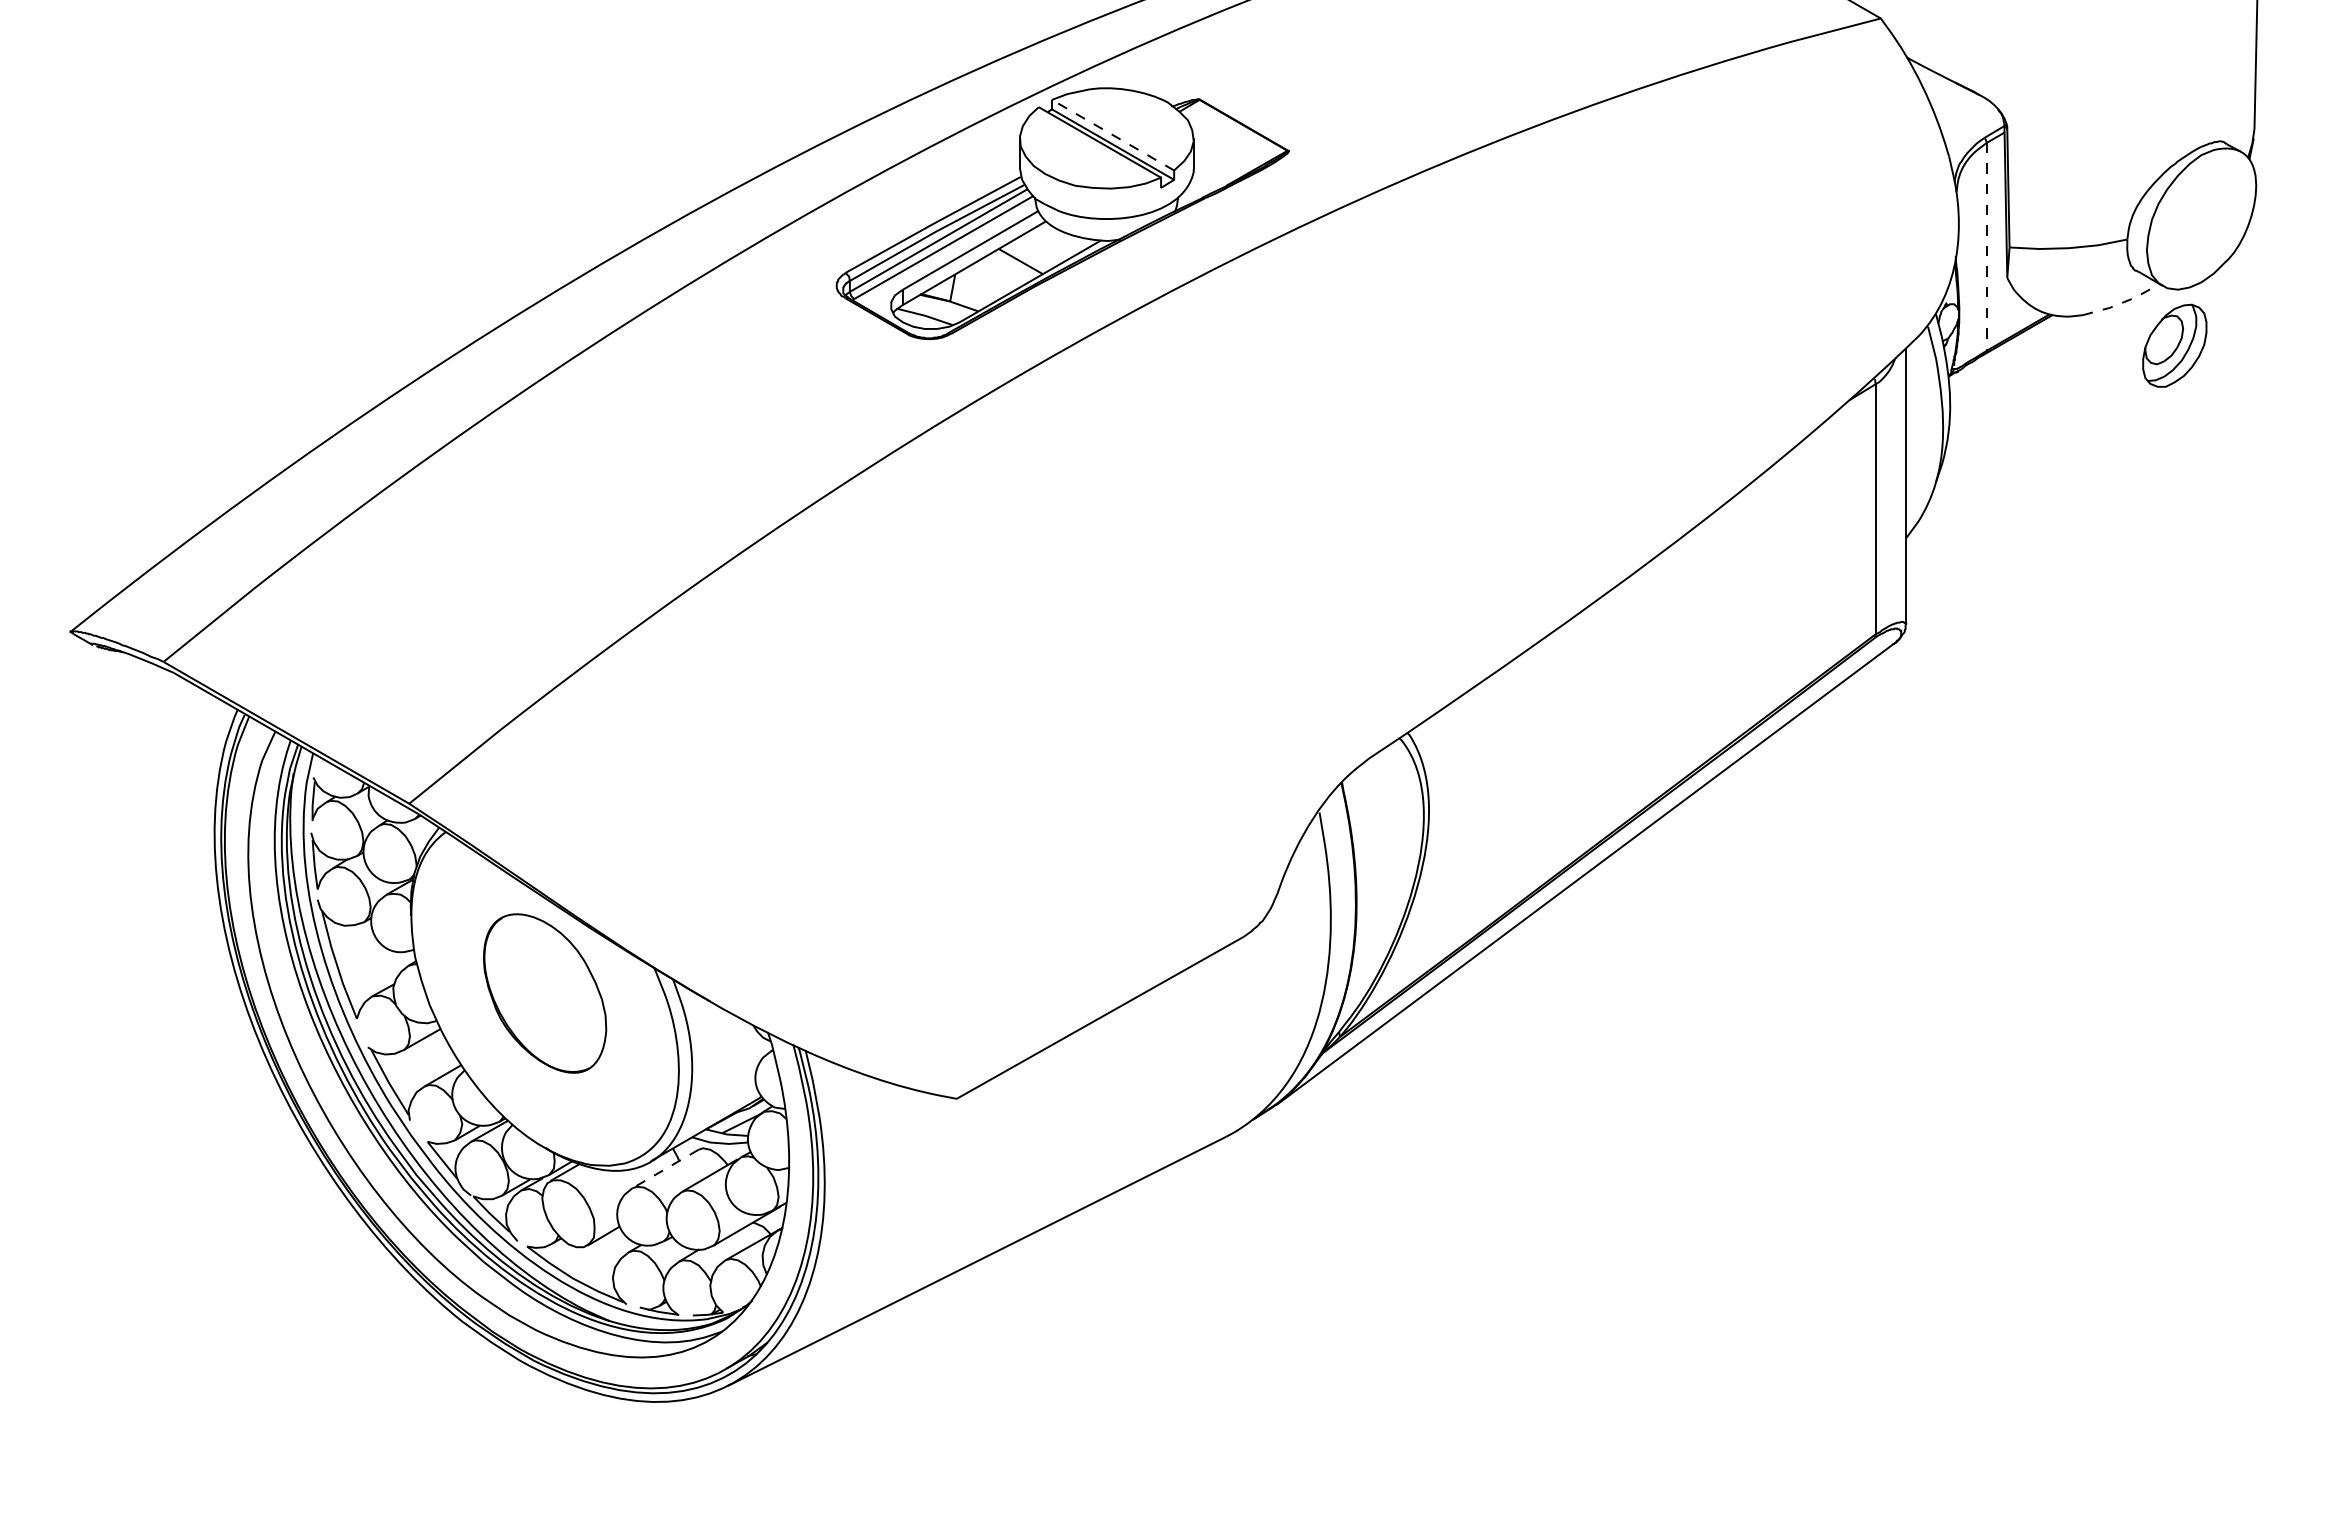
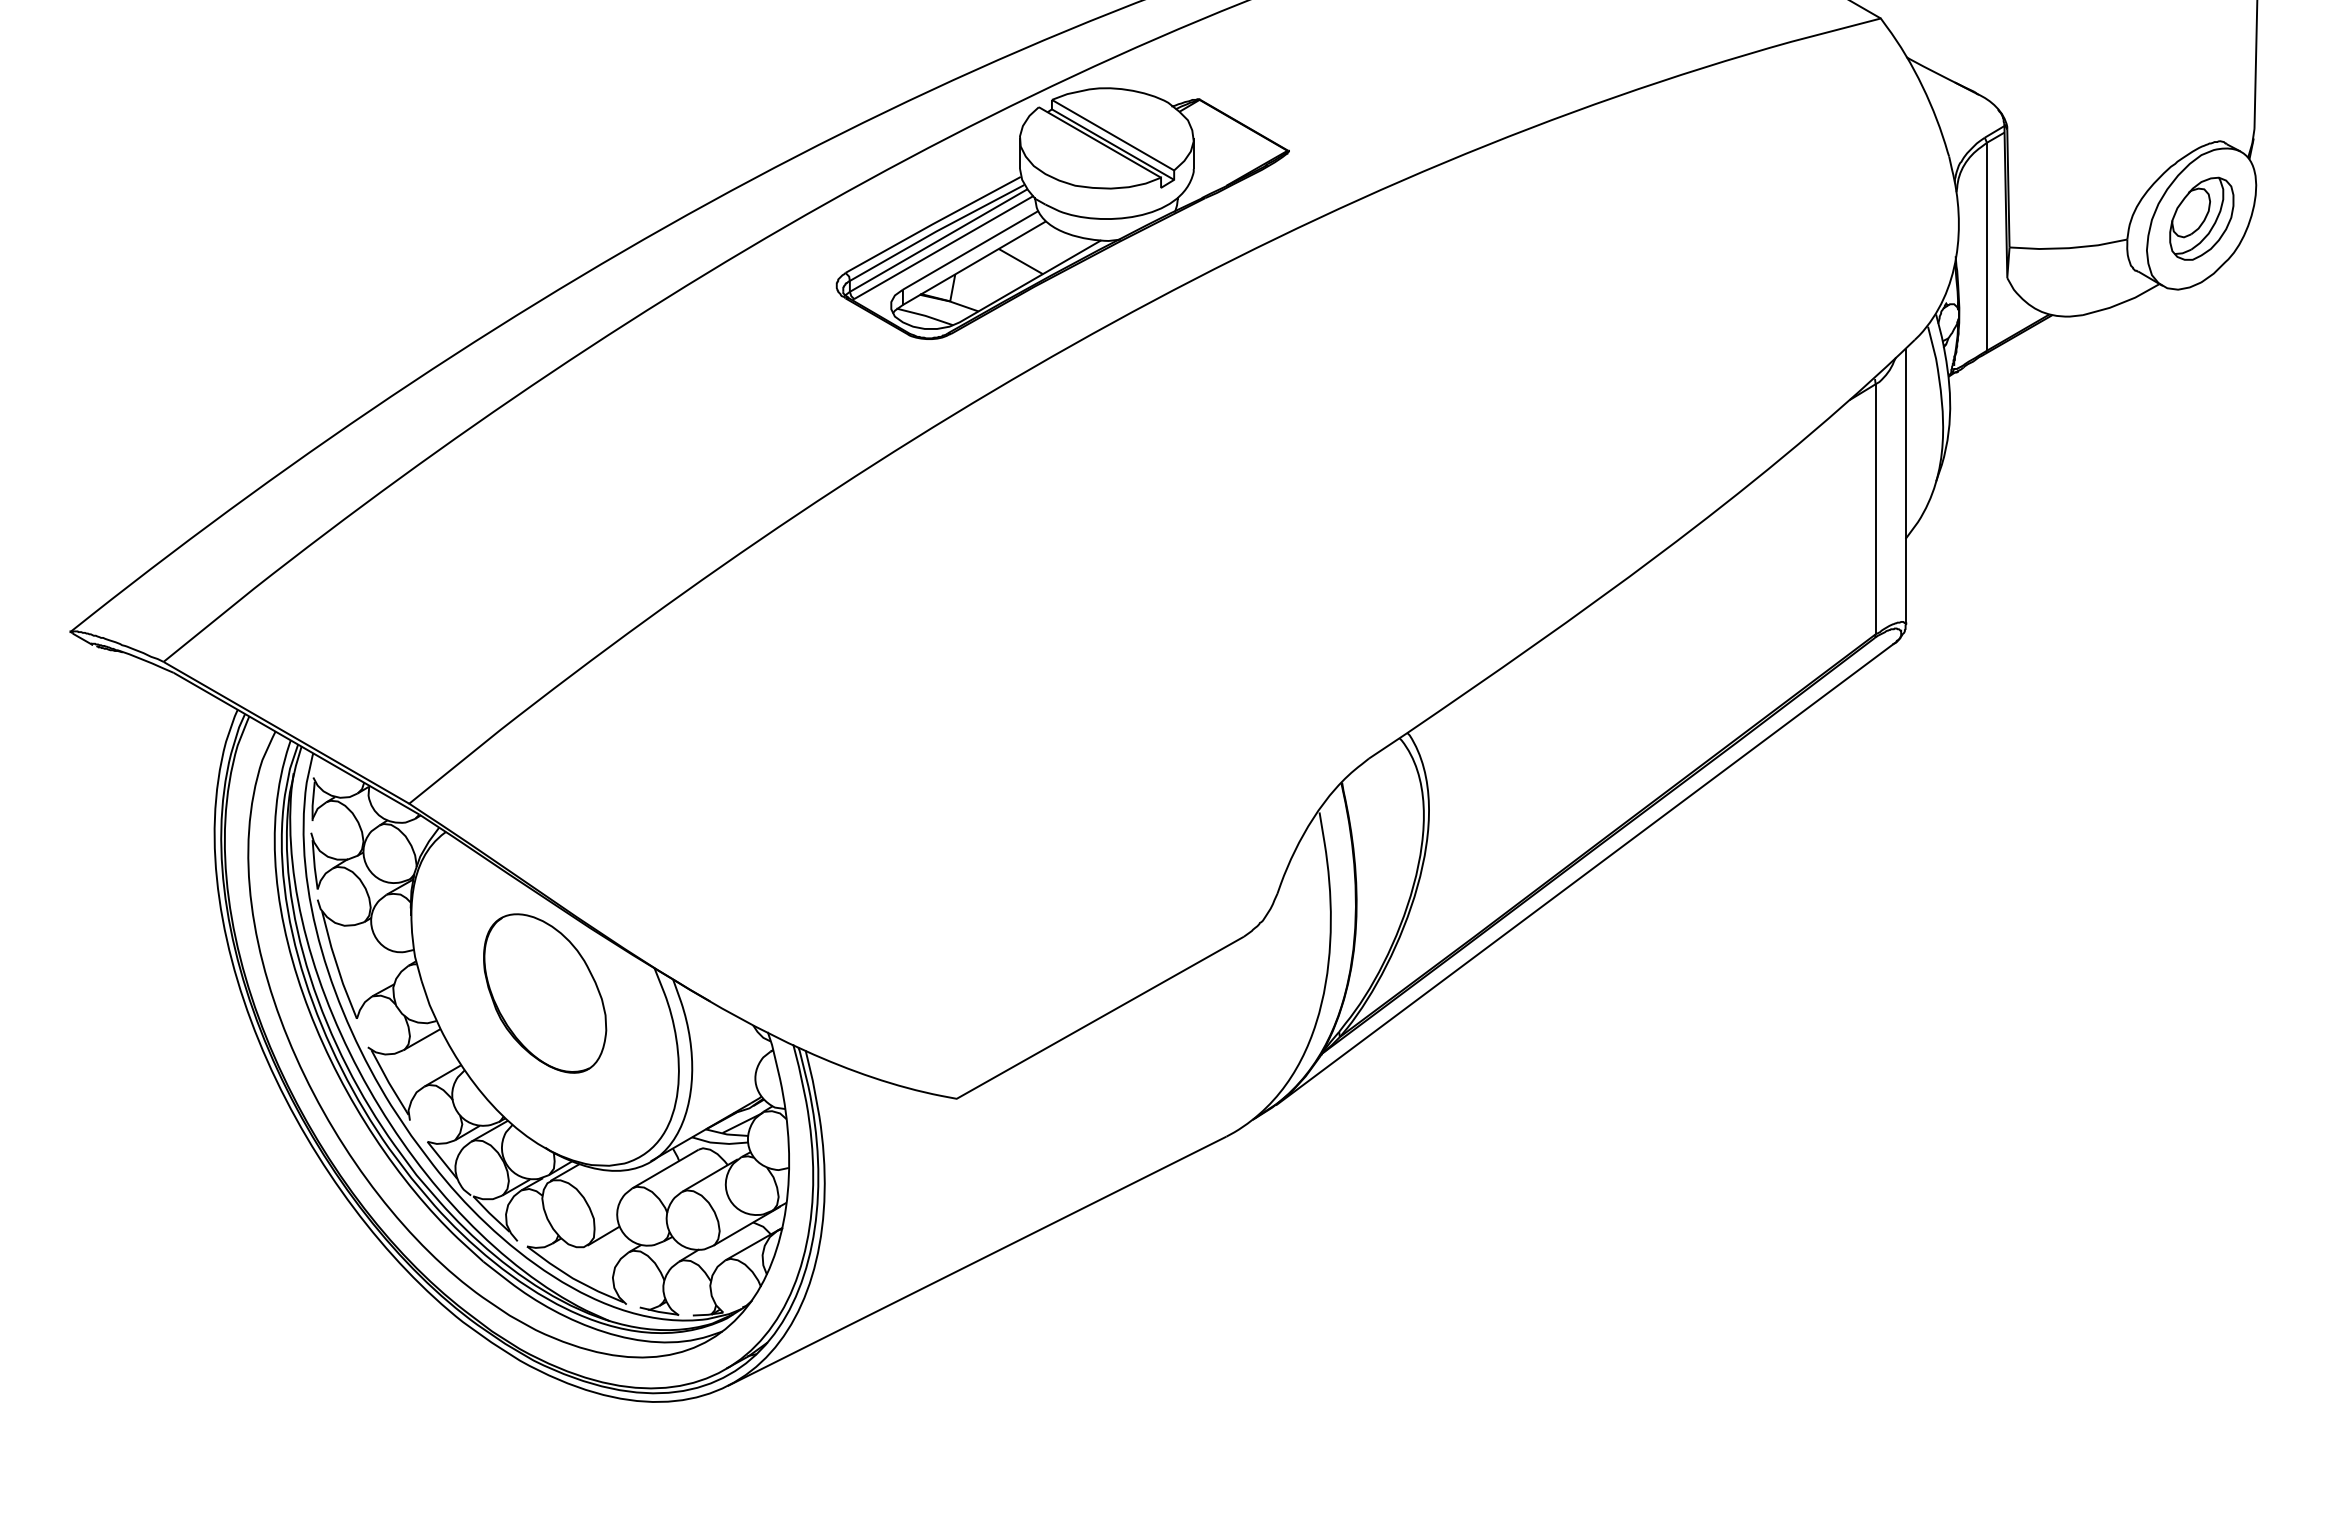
line at (1113, 135): dashed -> solid
line at (1986, 246): dashed -> solid
line at (2123, 302): dashed -> solid
part at (2174, 345) position: (2174, 345) -> (2201, 218)
line at (665, 1169): dashed -> solid
